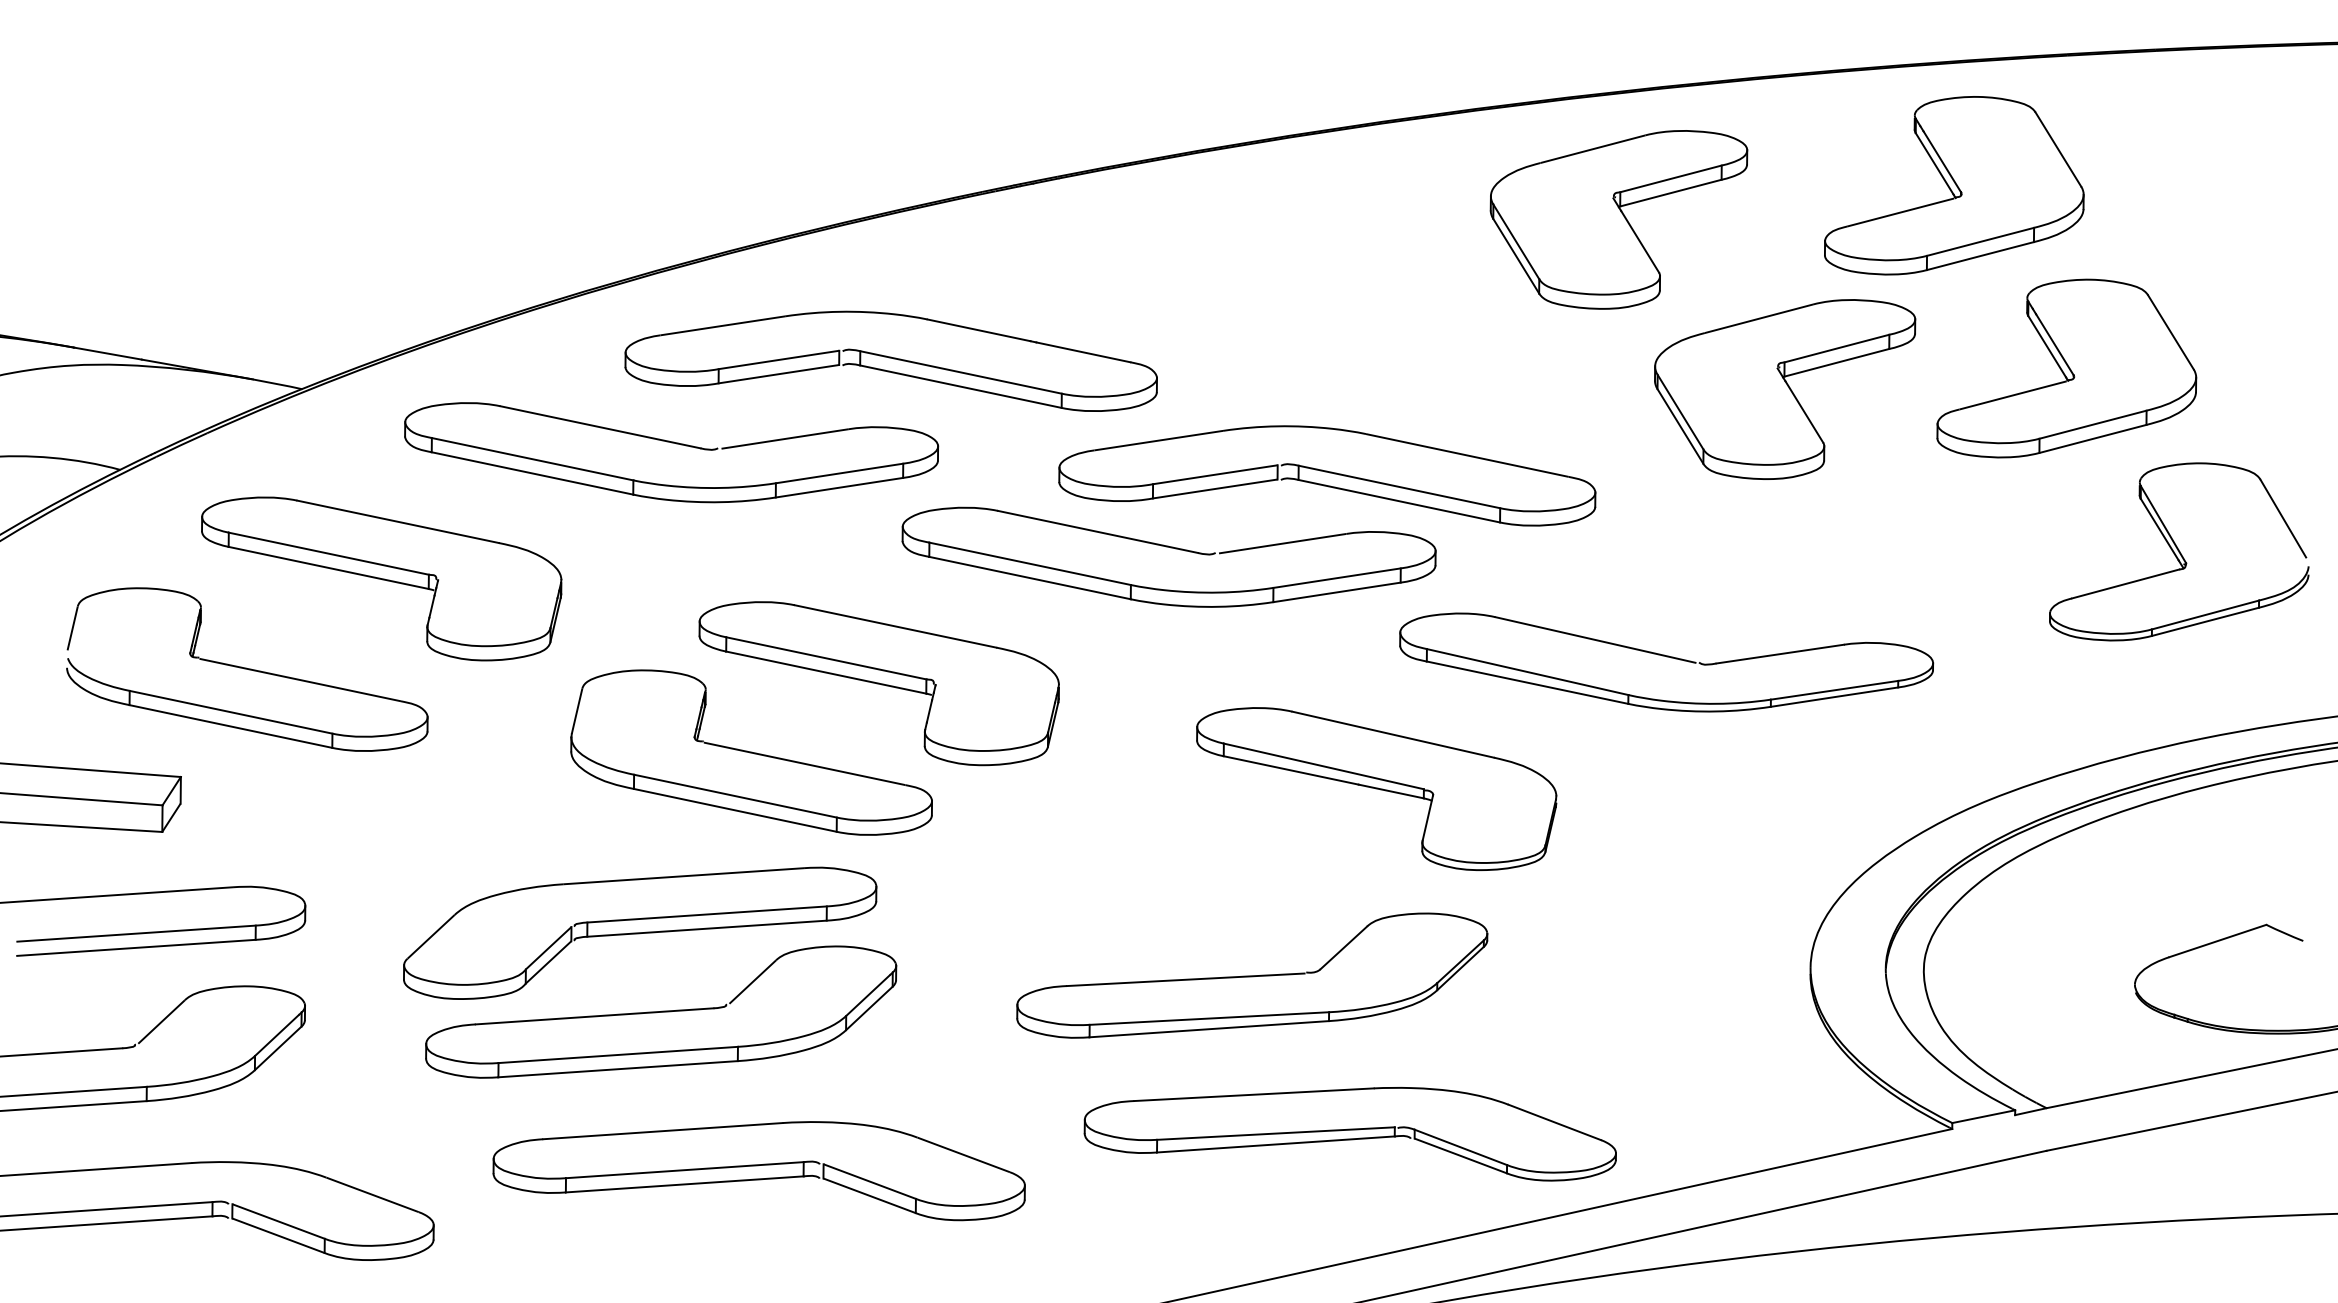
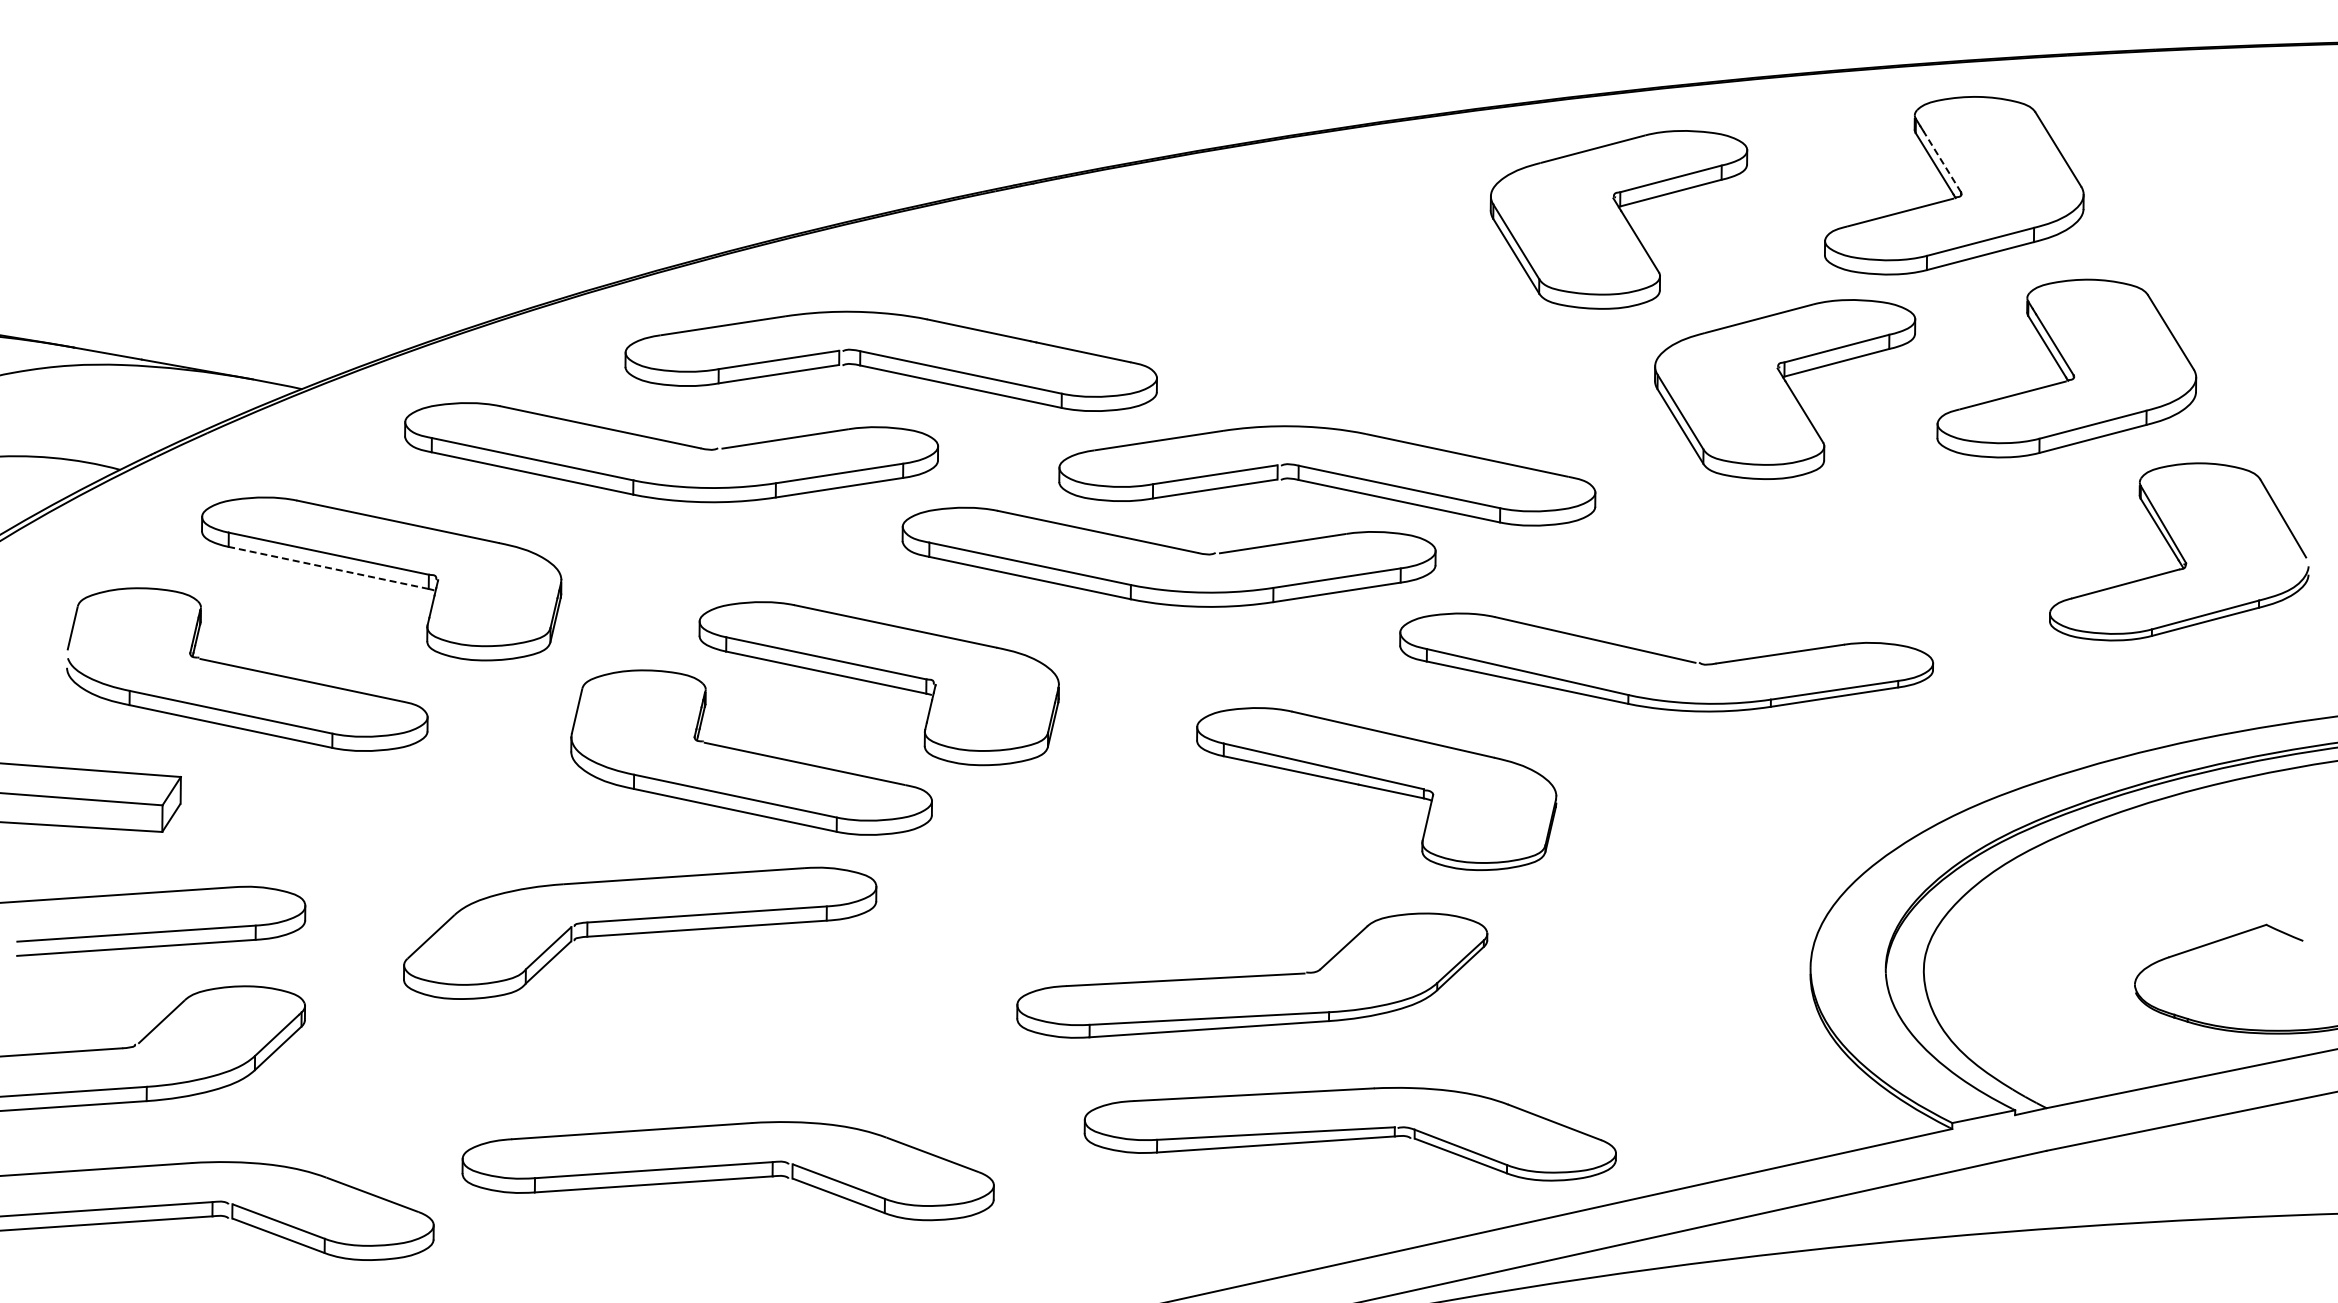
line at (1942, 161): solid -> dashed
line at (328, 567): solid -> dashed
part at (661, 1011): present -> none
part at (758, 1171) position: (758, 1171) -> (727, 1171)
